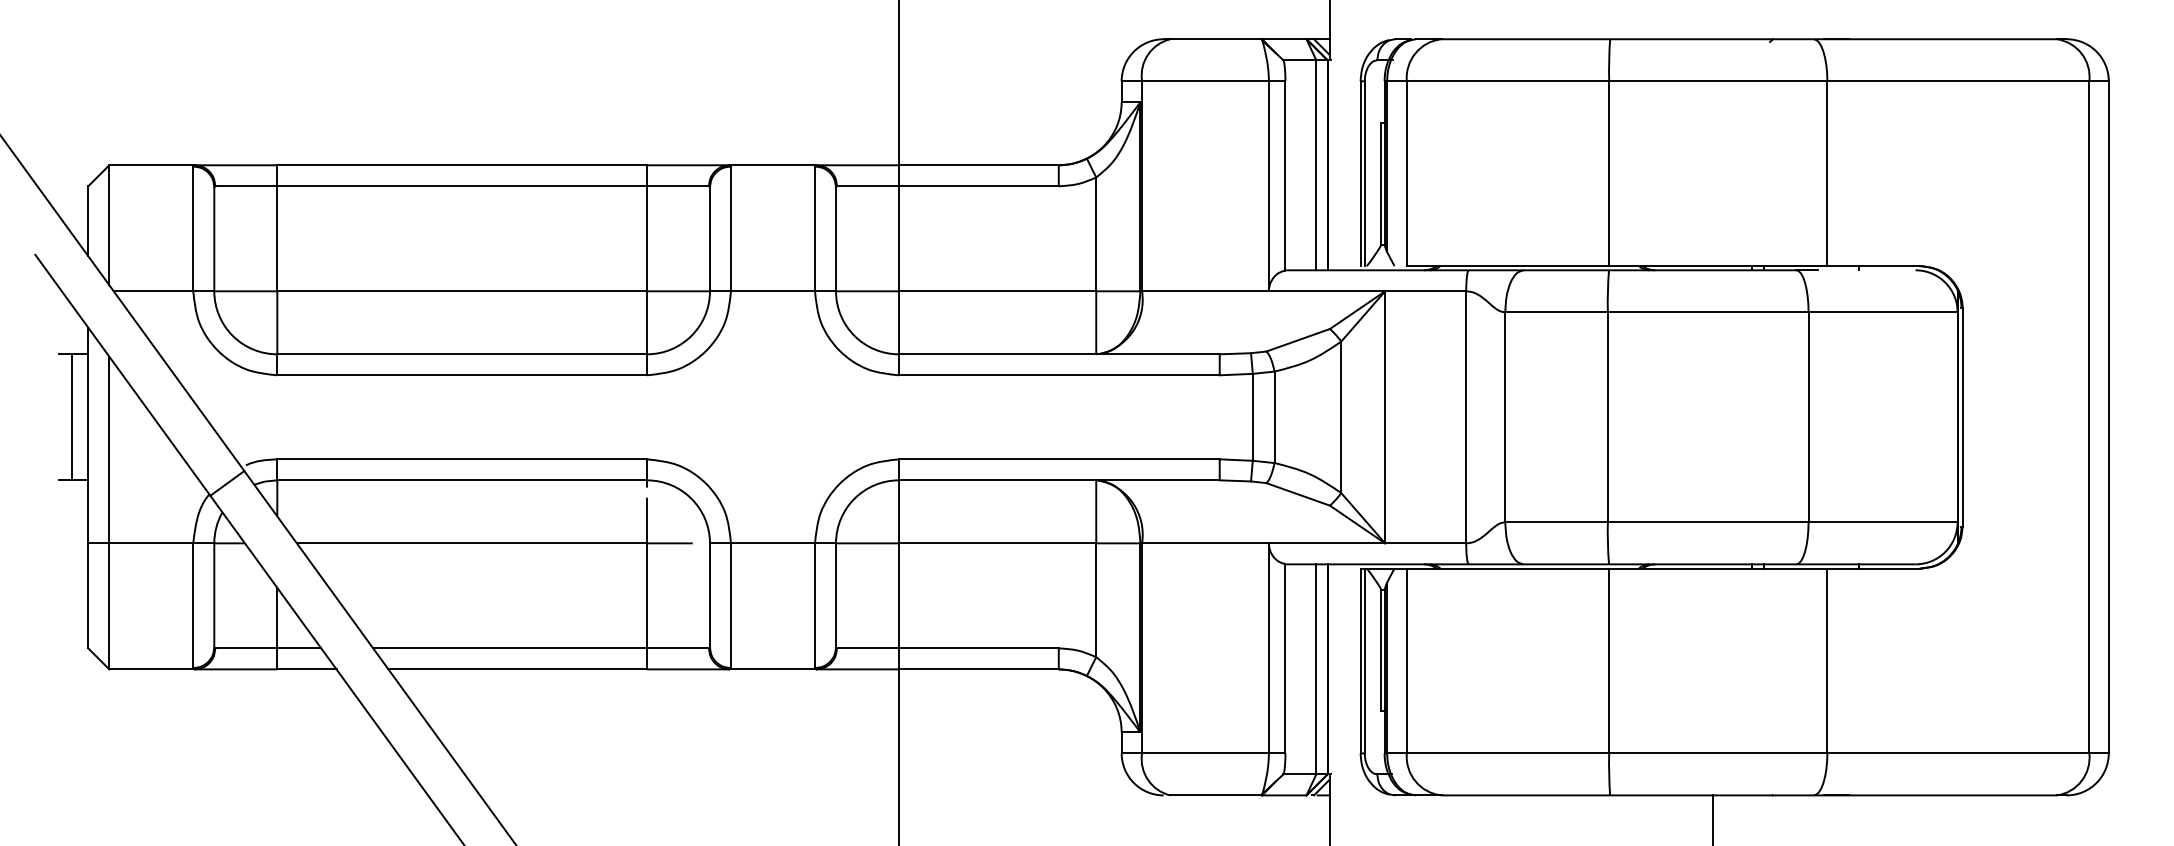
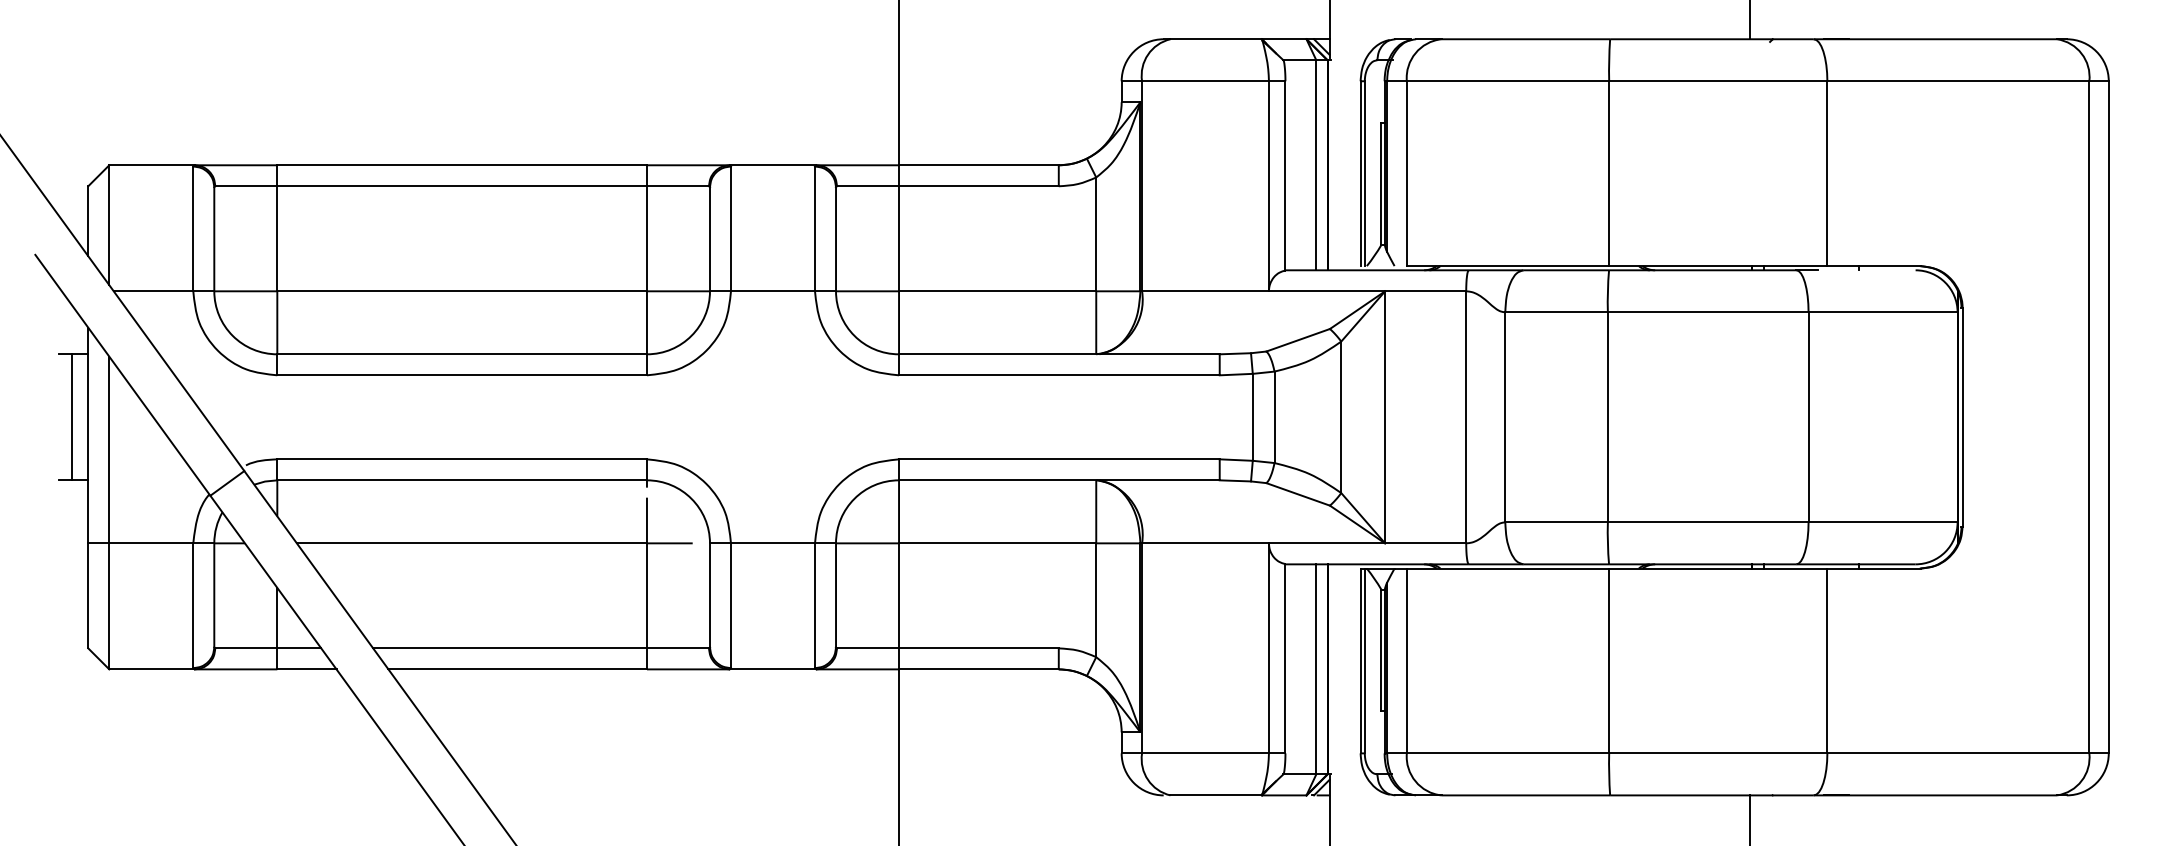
line at (1749, 20): none -> present
line at (1712, 818) position: (1712, 818) -> (1749, 818)
